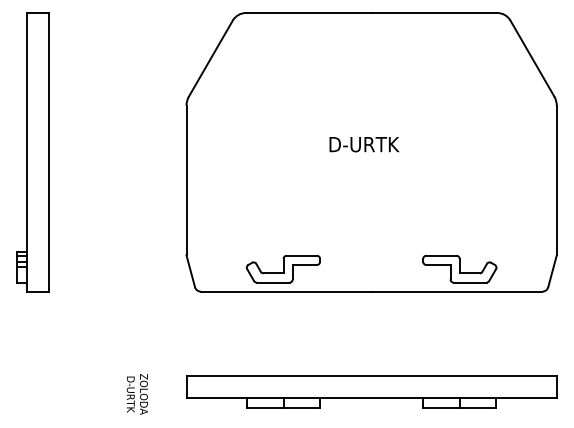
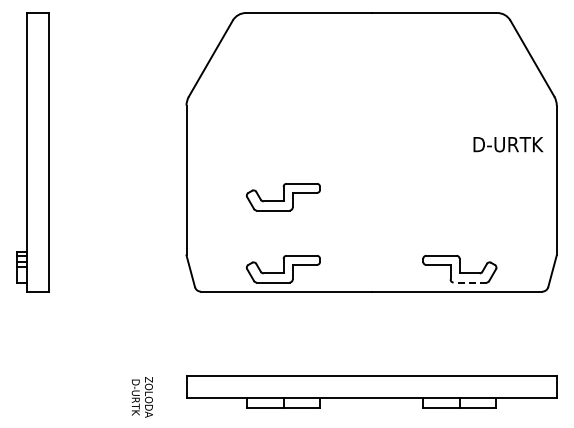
text at (364, 144) position: (364, 144) -> (508, 144)
part at (282, 197): none -> present
line at (470, 282): solid -> dashed
text at (136, 394) position: (136, 394) -> (141, 397)
